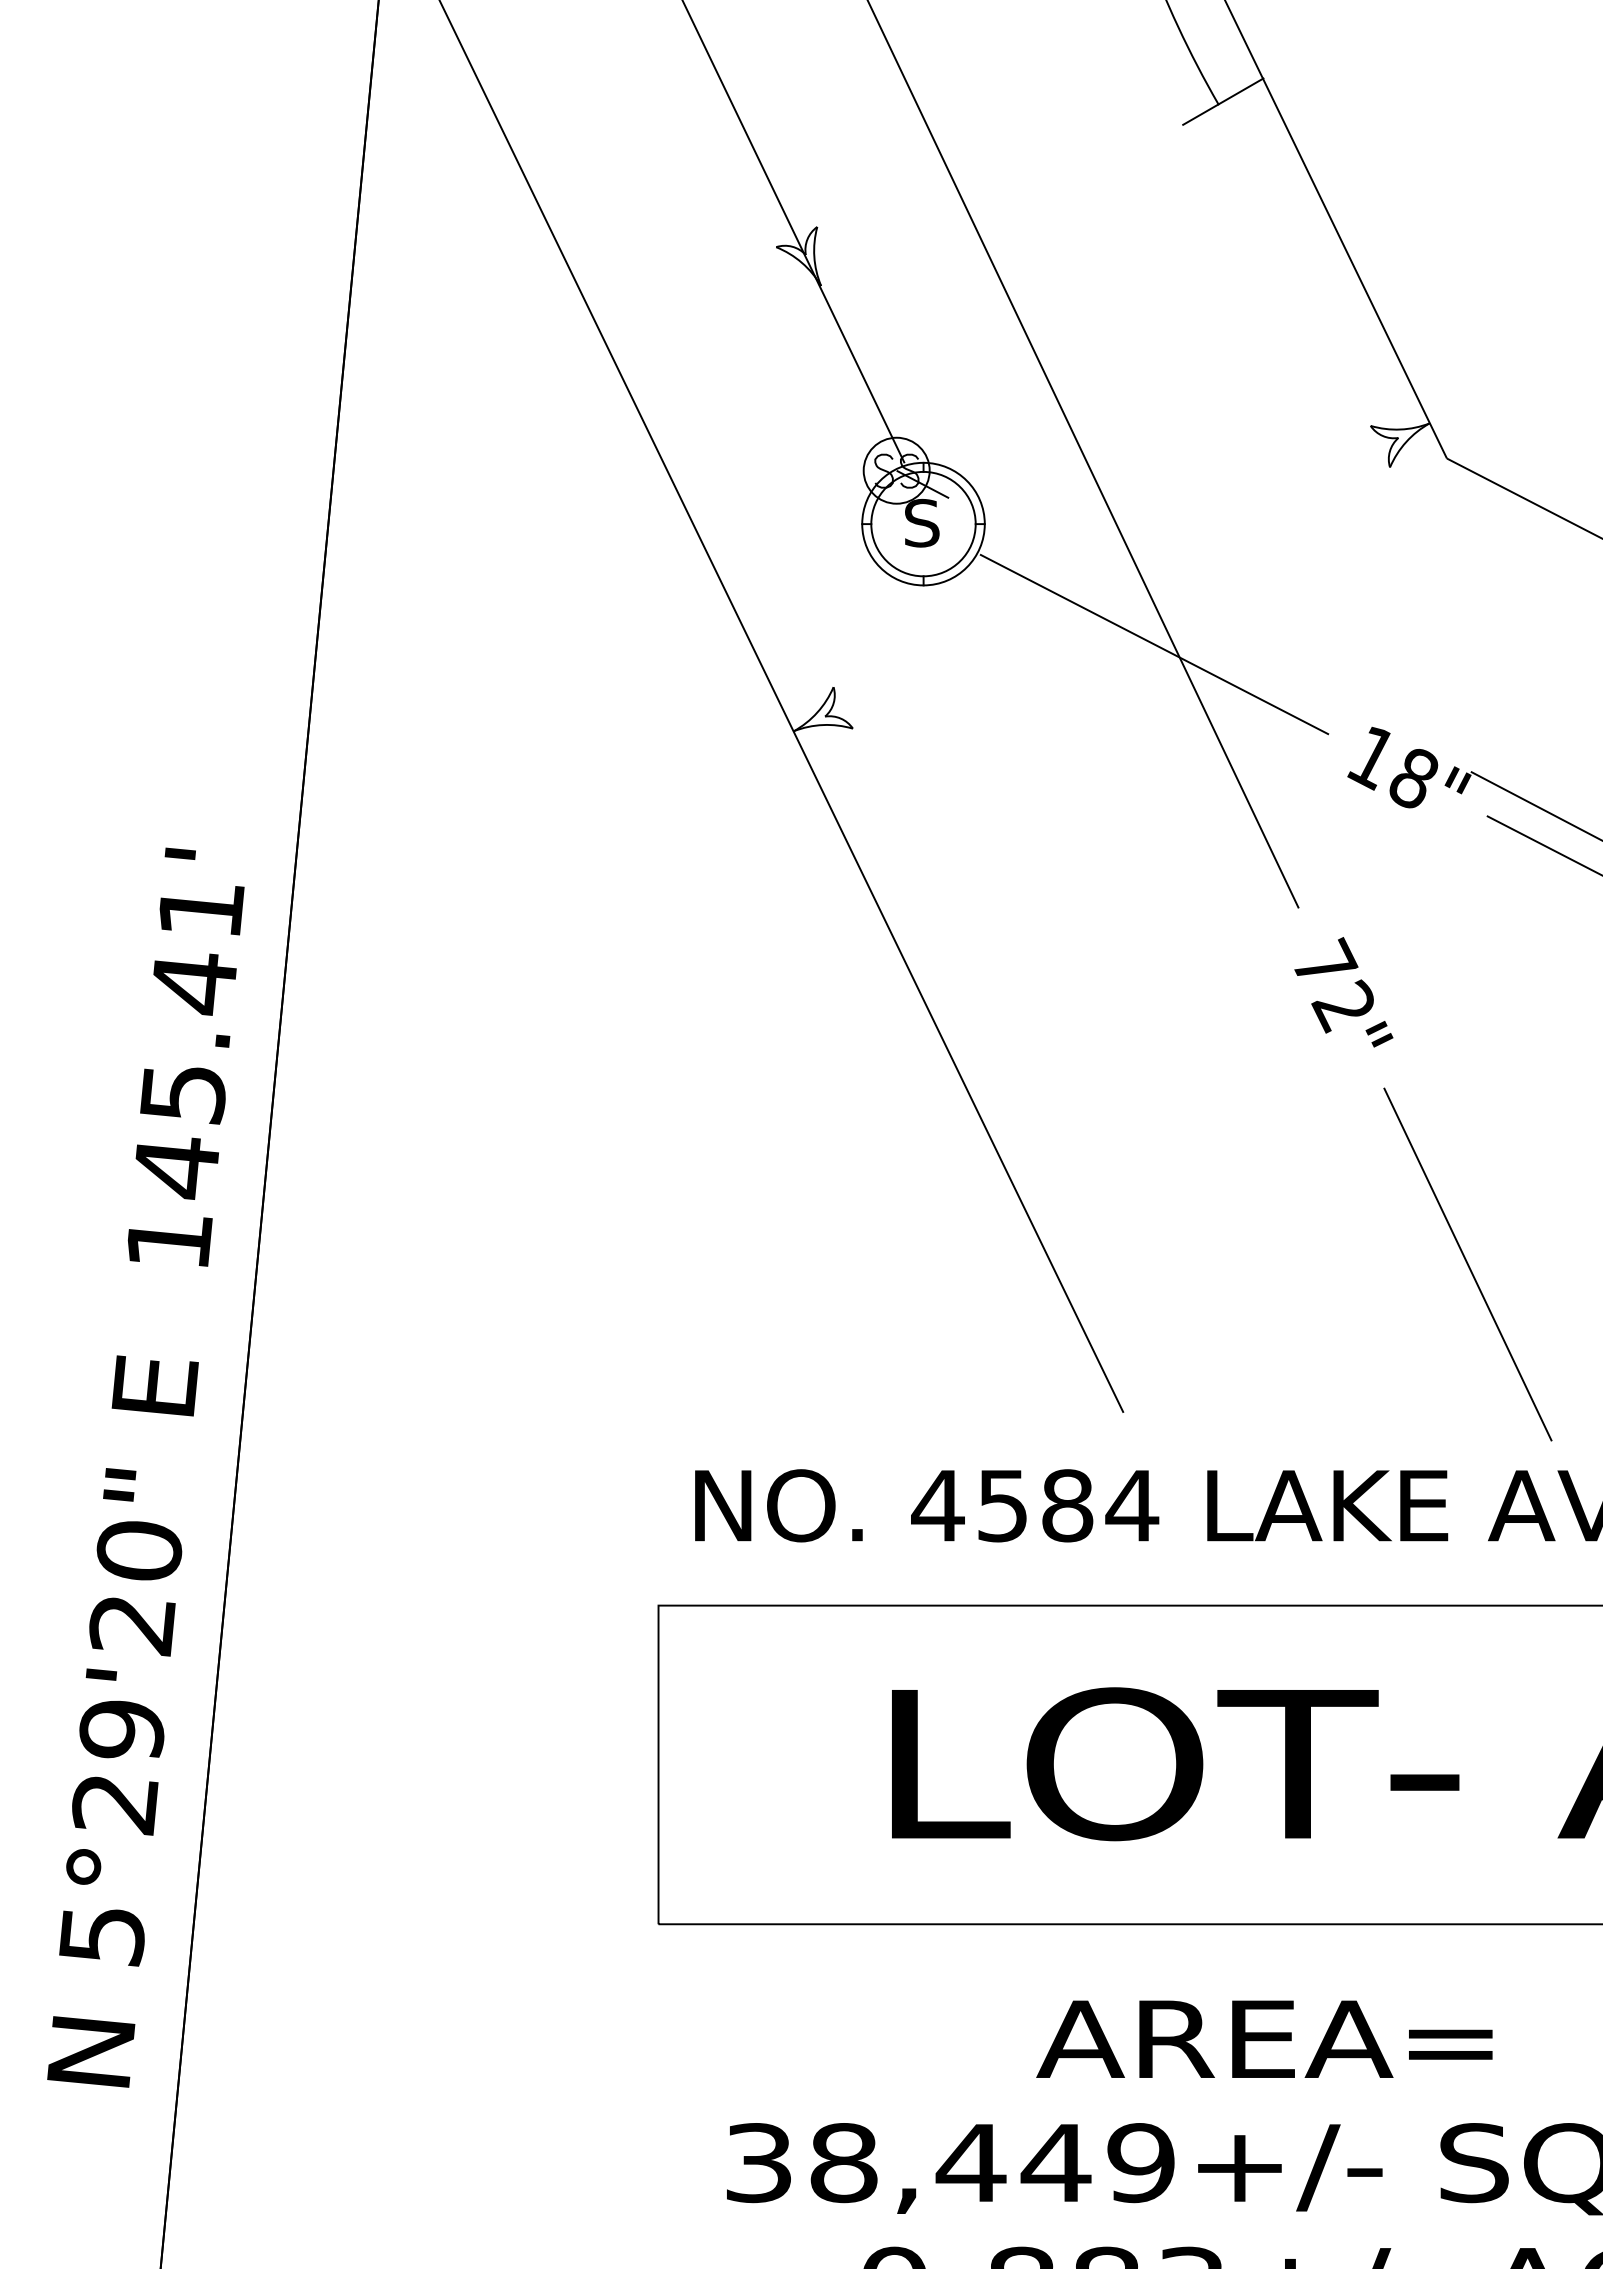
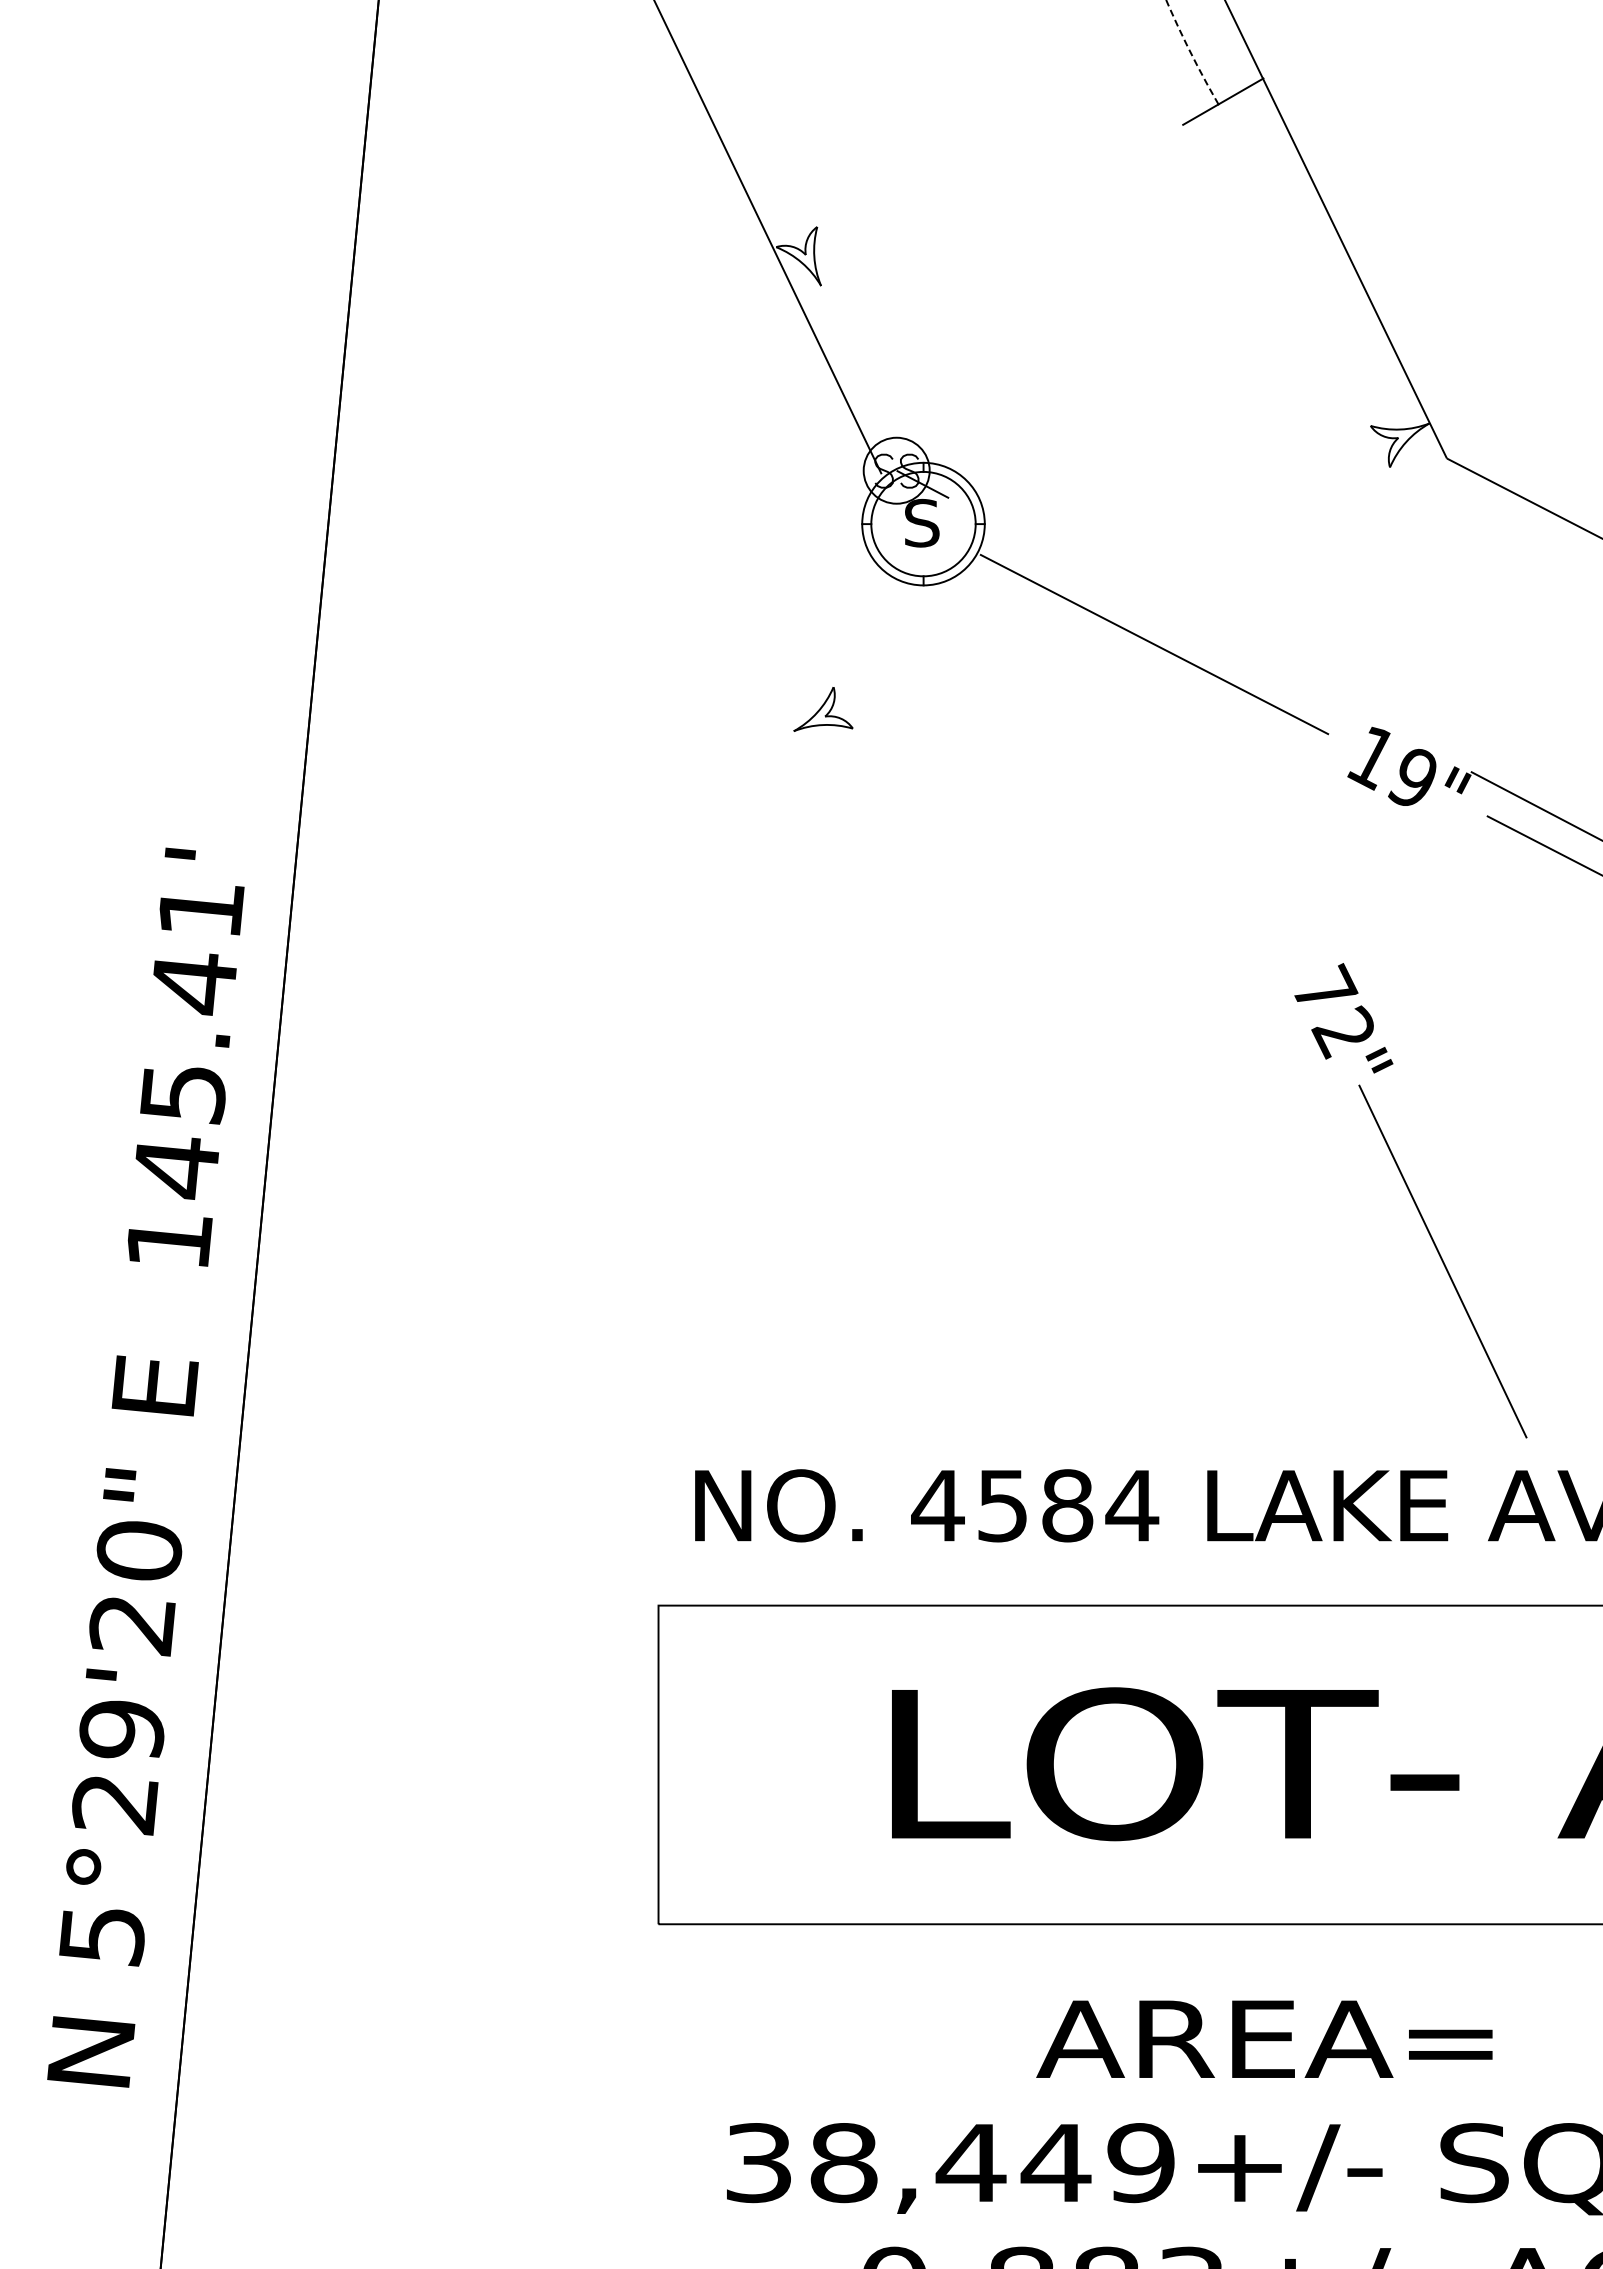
arc at (1190, 52): solid -> dashed
line at (793, 232) position: (793, 232) -> (768, 238)
line at (1083, 455): present -> none
line at (781, 707): present -> none
text at (1413, 778): 18" -> 19"
text at (1343, 992) position: (1343, 992) -> (1343, 1018)
line at (1467, 1264) position: (1467, 1264) -> (1442, 1261)
